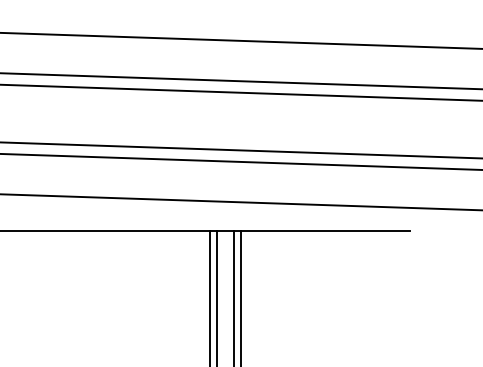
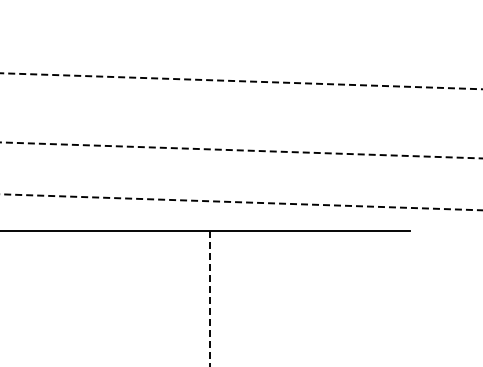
line at (240, 40): present -> none
line at (241, 81): solid -> dashed
line at (240, 92): present -> none
line at (242, 150): solid -> dashed
line at (240, 161): present -> none
line at (241, 202): solid -> dashed
line at (217, 296): present -> none
line at (234, 296): present -> none
line at (241, 296): present -> none
line at (210, 298): solid -> dashed
